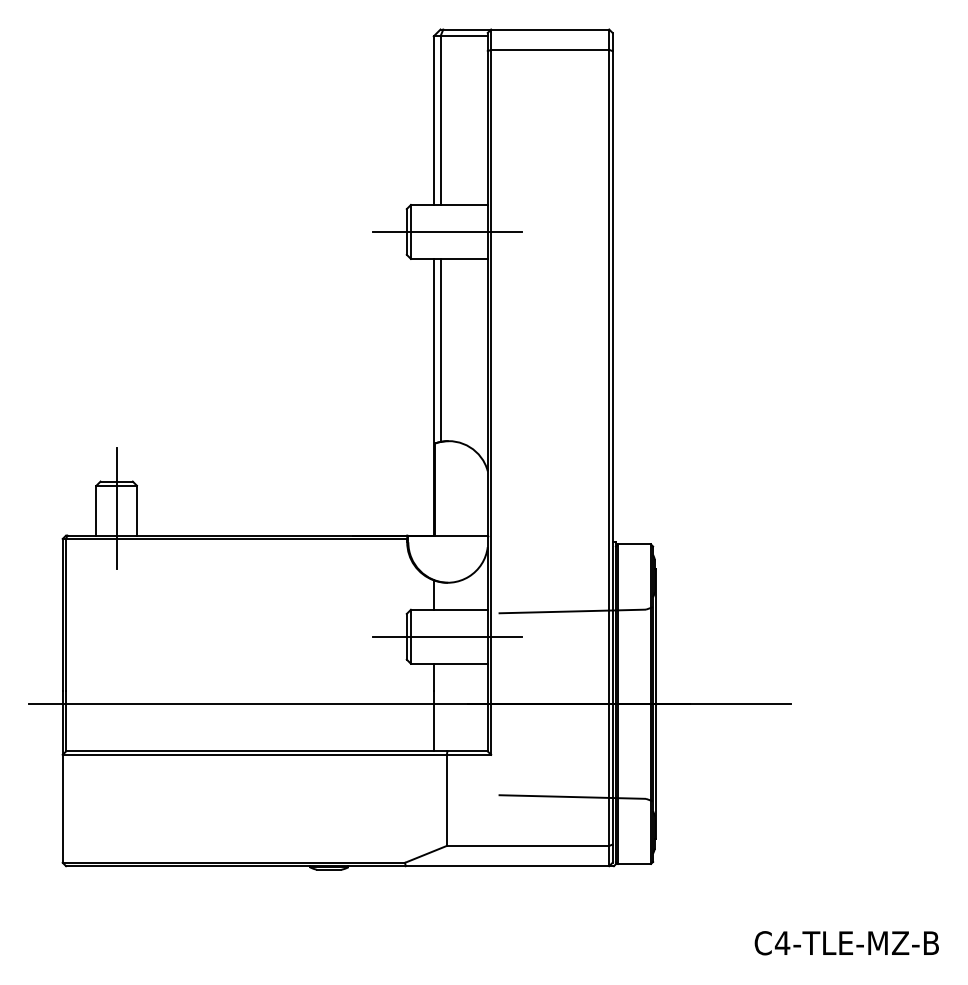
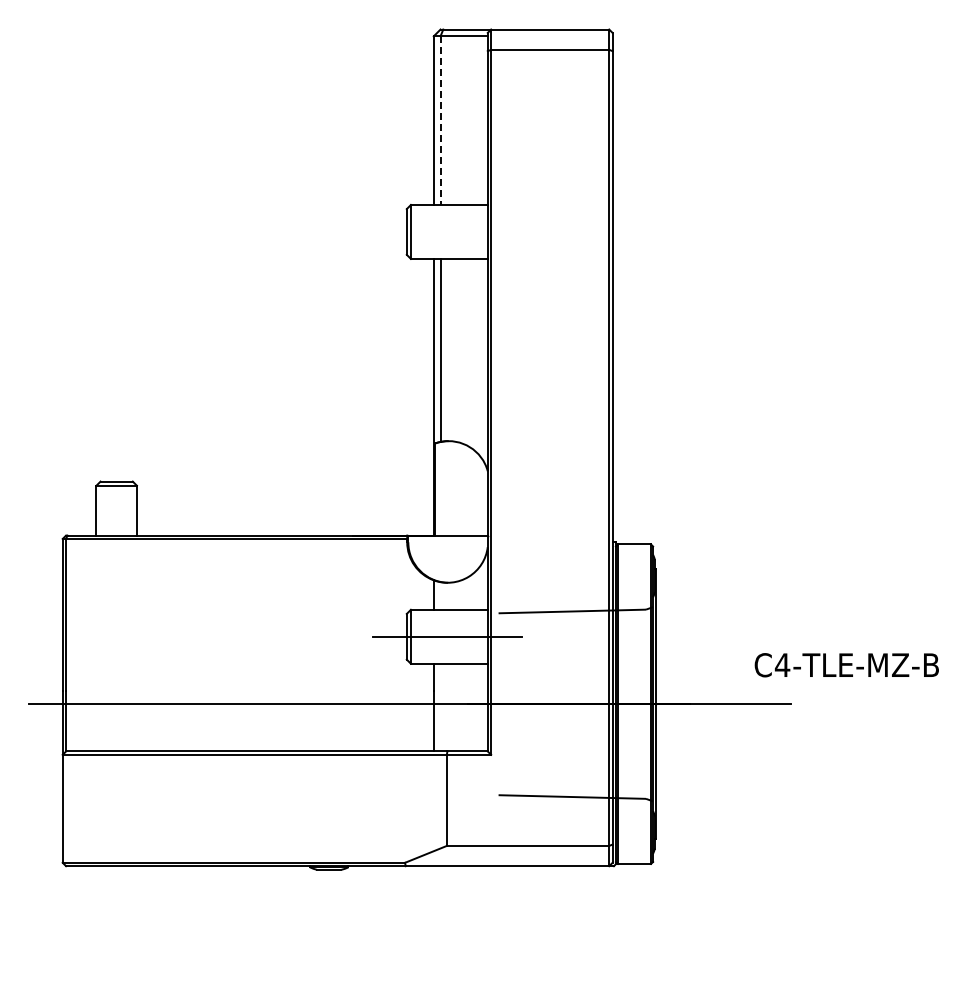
line at (440, 121): solid -> dashed
line at (447, 231): present -> none
line at (116, 508): present -> none
text at (846, 943) position: (846, 943) -> (846, 665)
